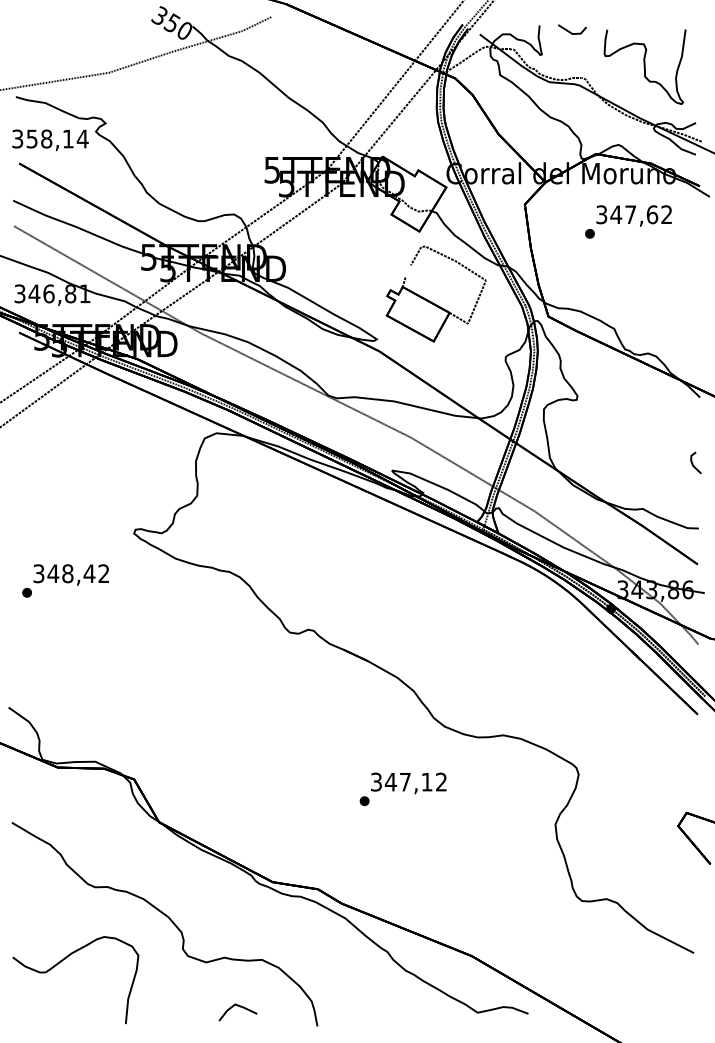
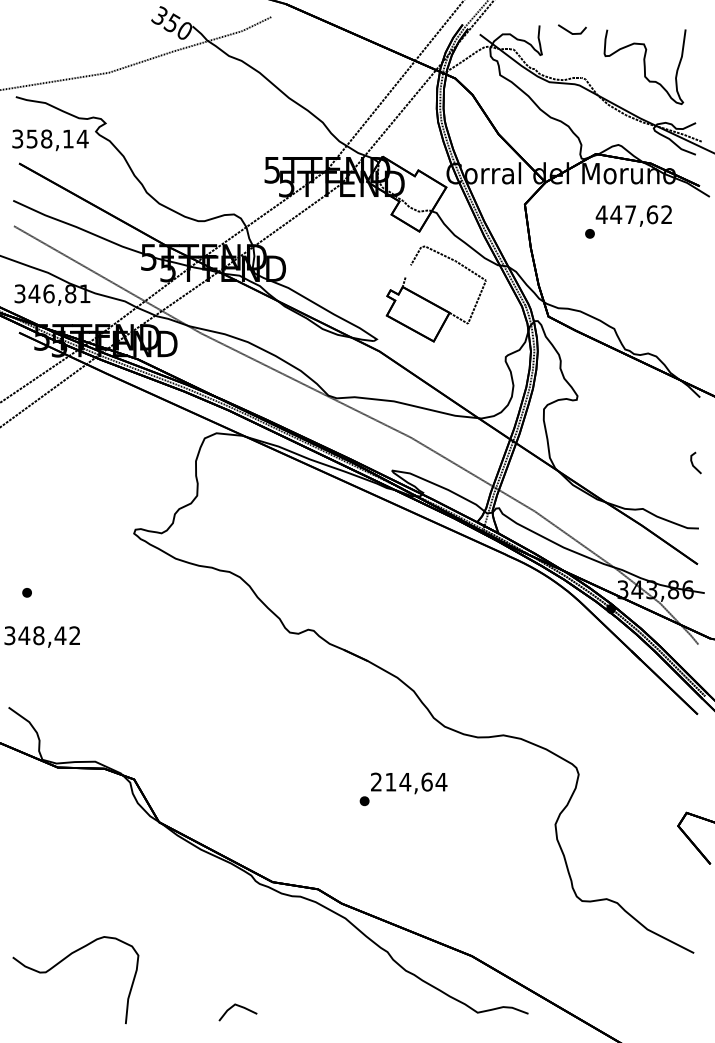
text at (601, 214): 347,62 -> 447,62
text at (70, 574) position: (70, 574) -> (41, 636)
text at (409, 781): 347,12 -> 214,64
part at (170, 921): present -> none
